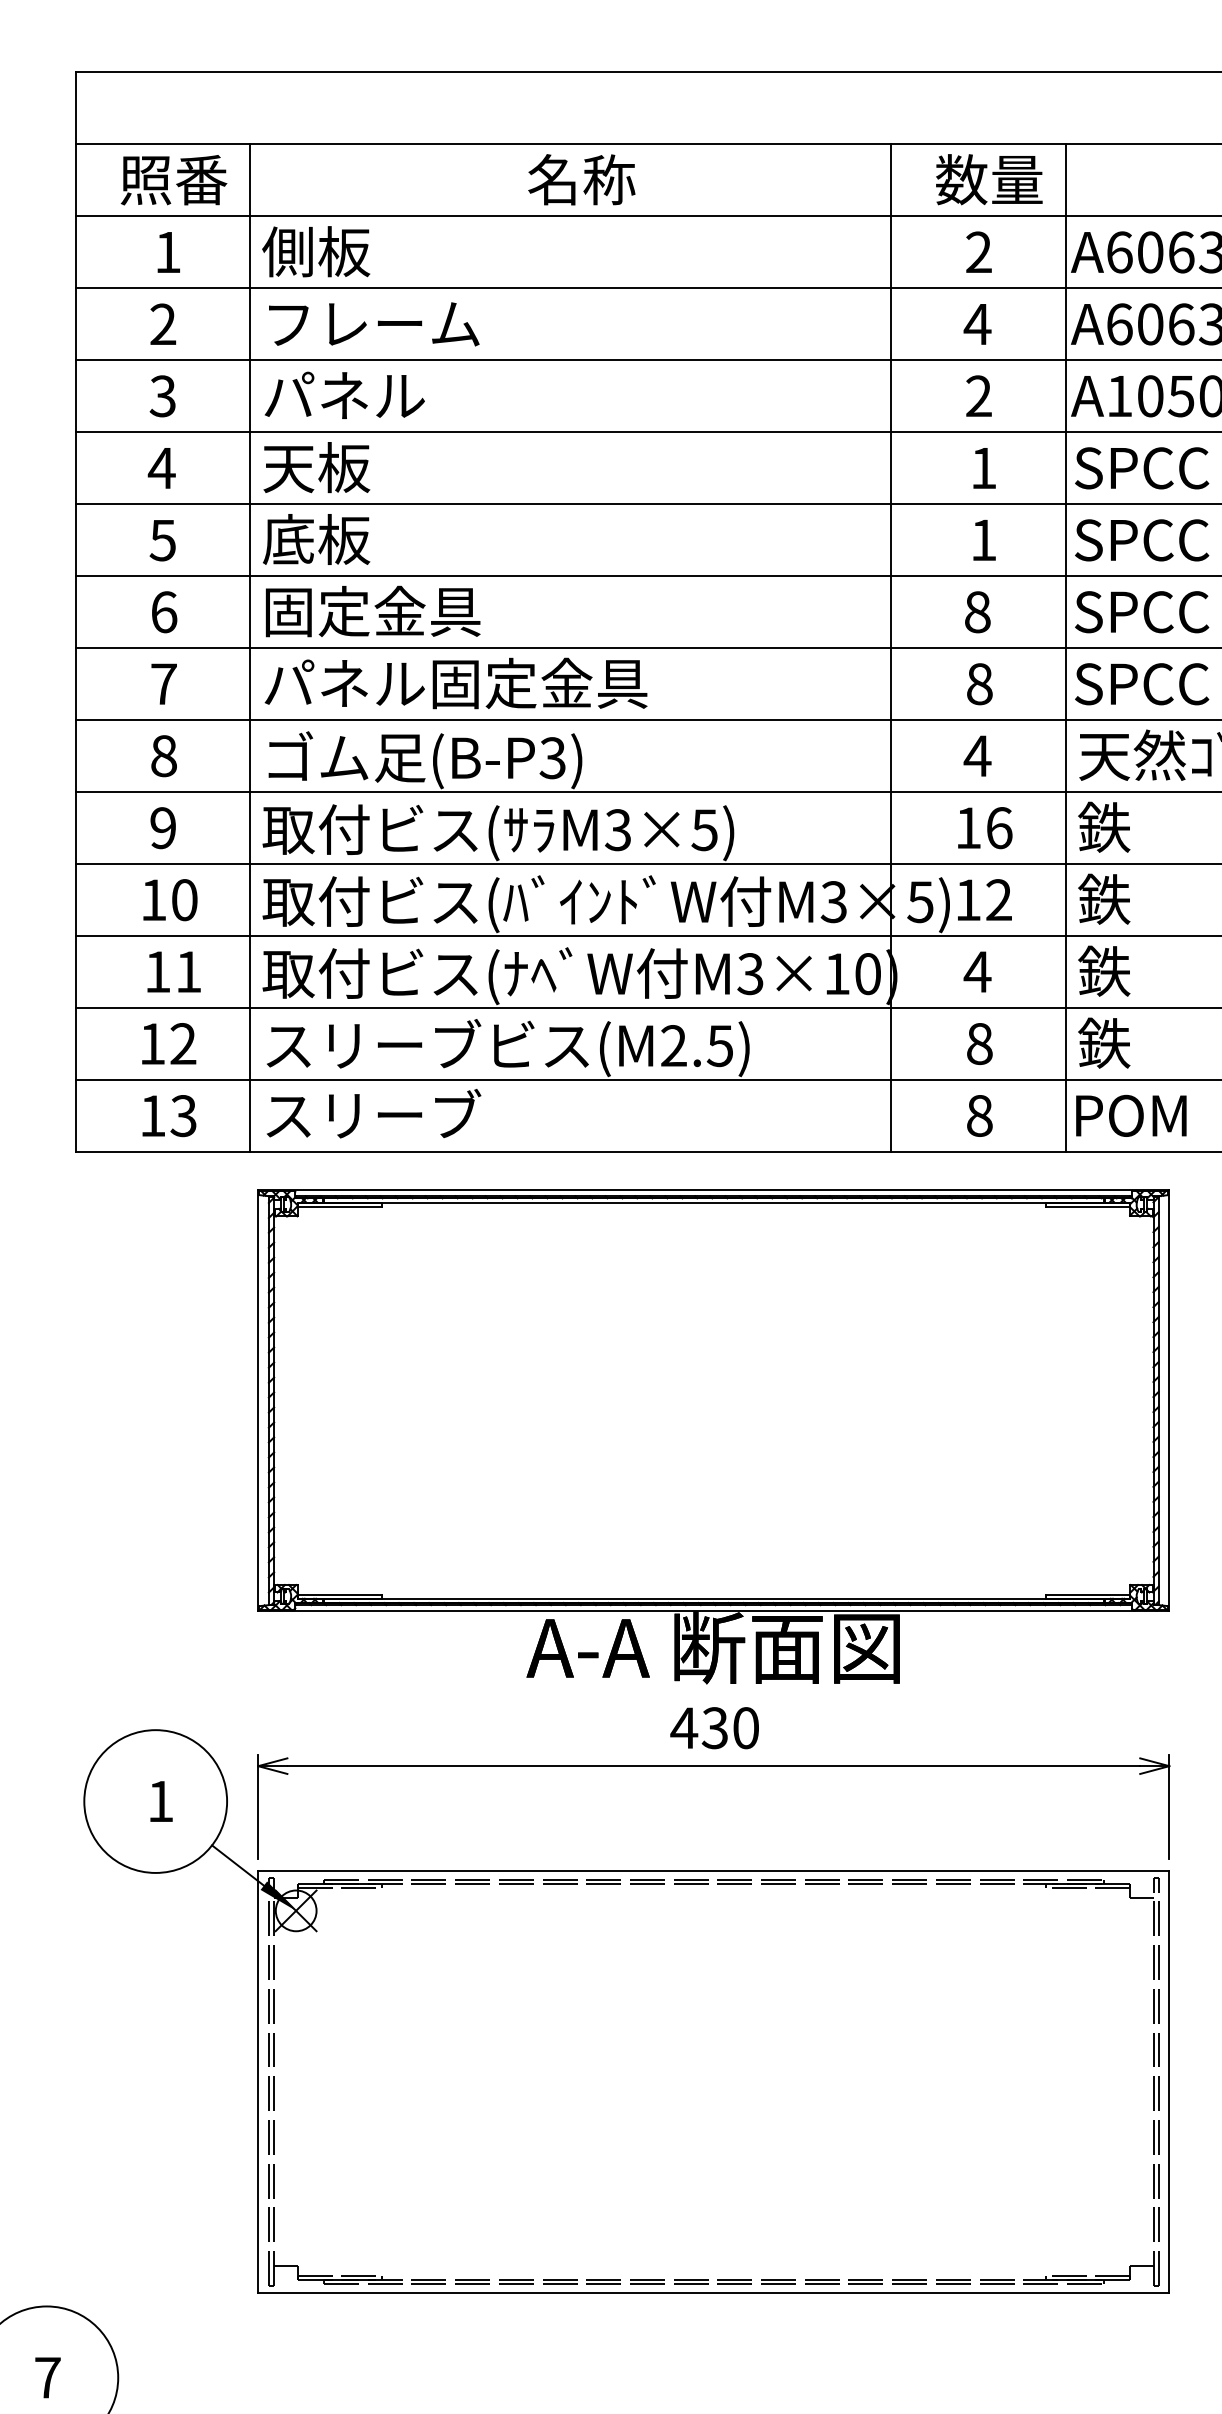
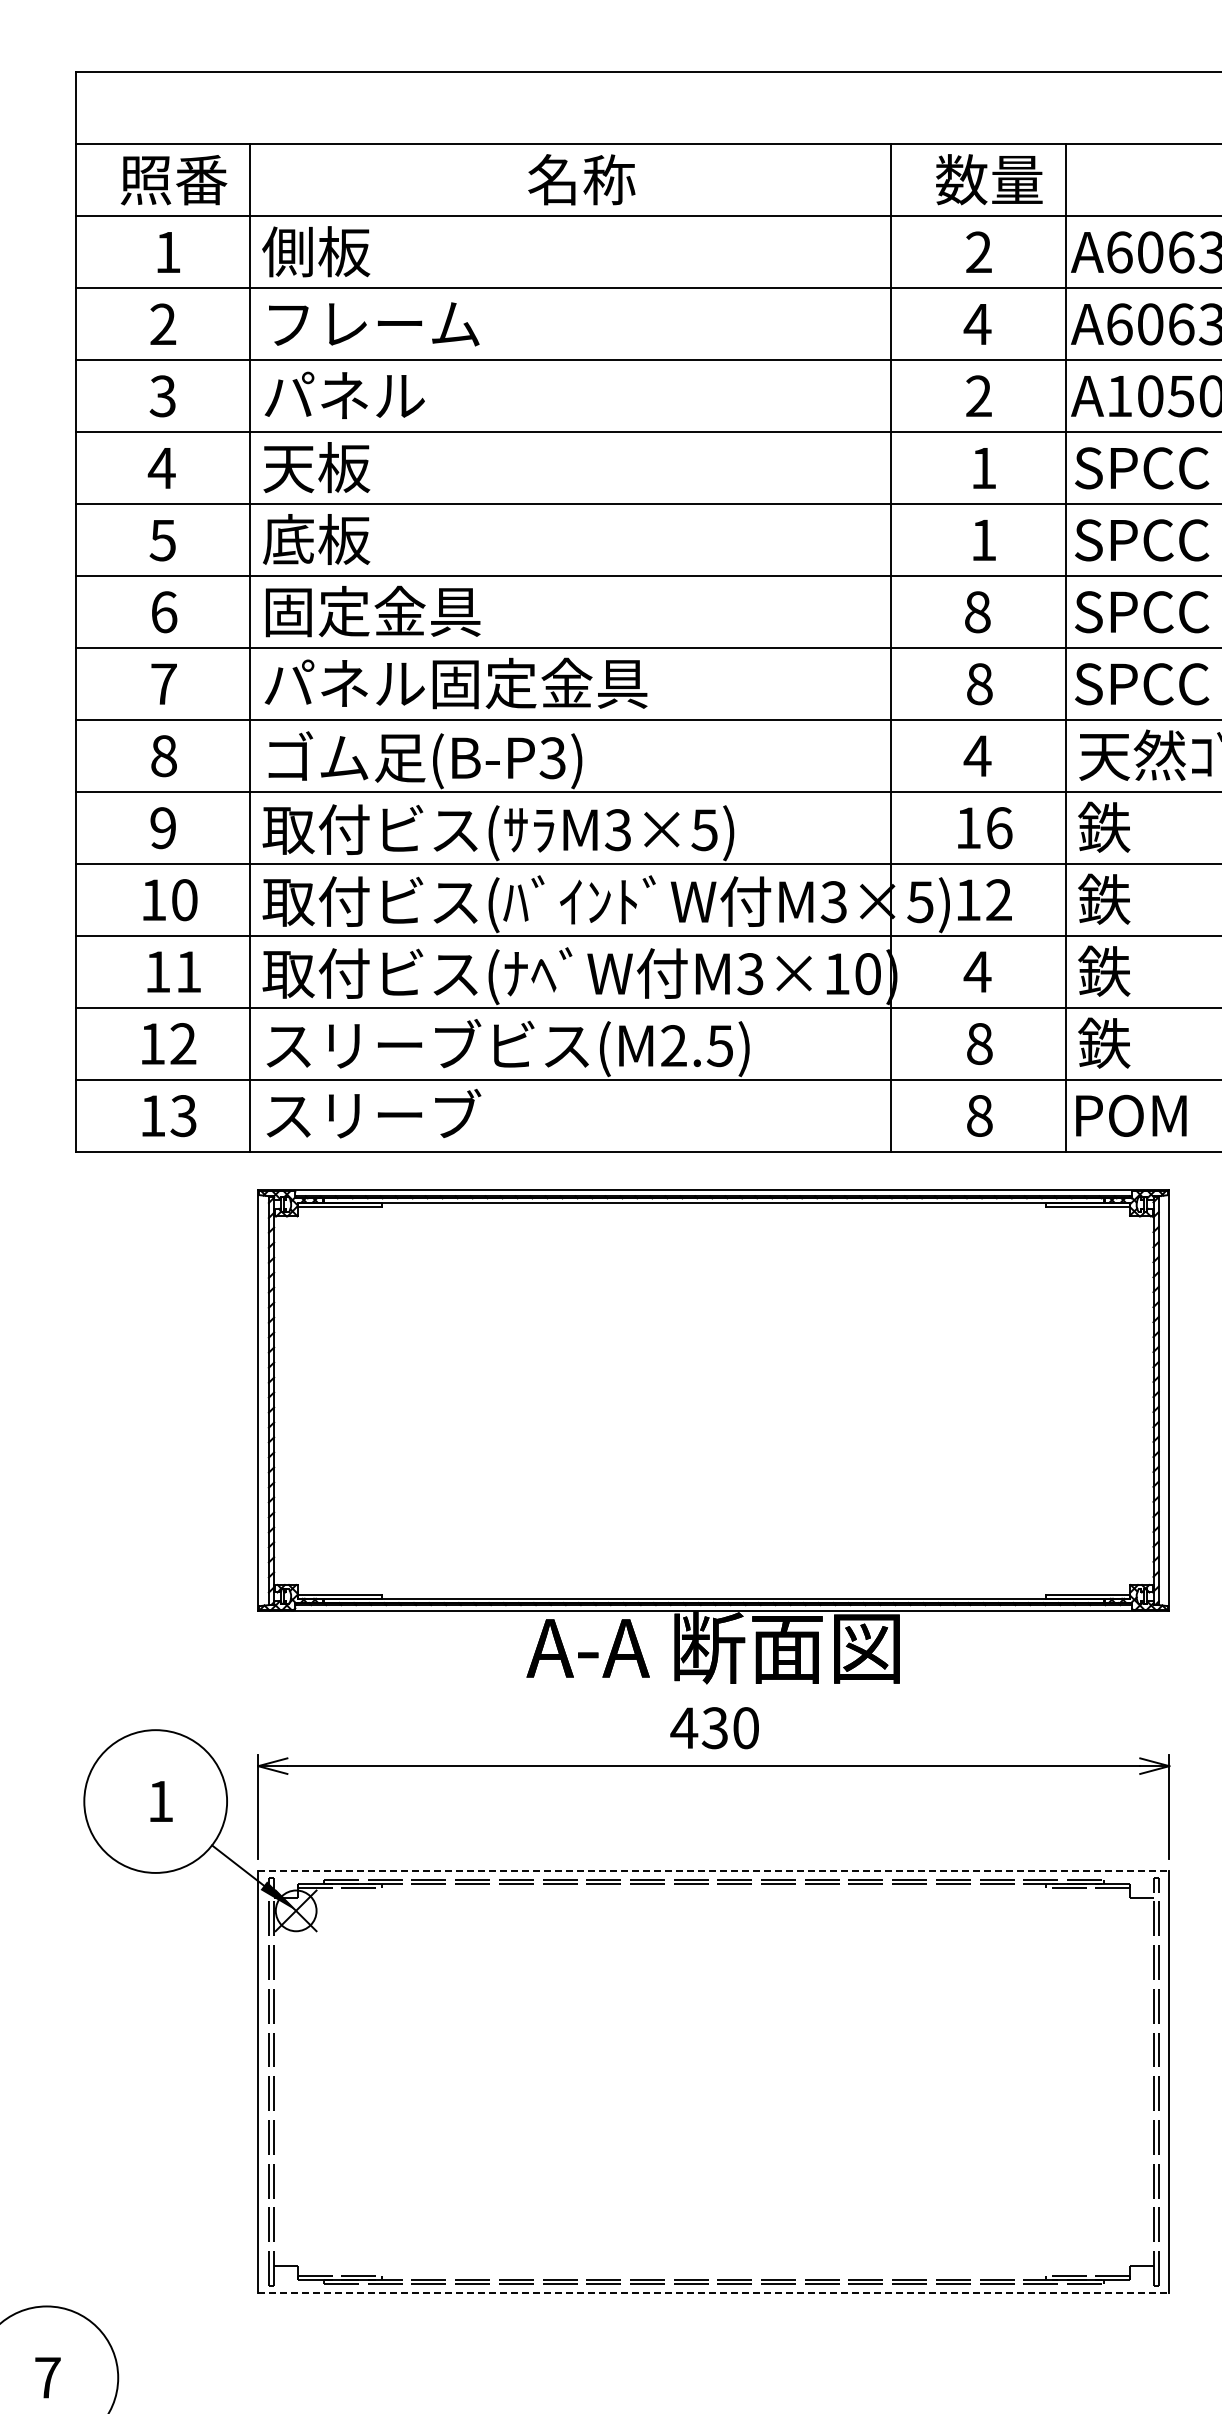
line at (713, 1871): solid -> dashed
line at (713, 2292): solid -> dashed
